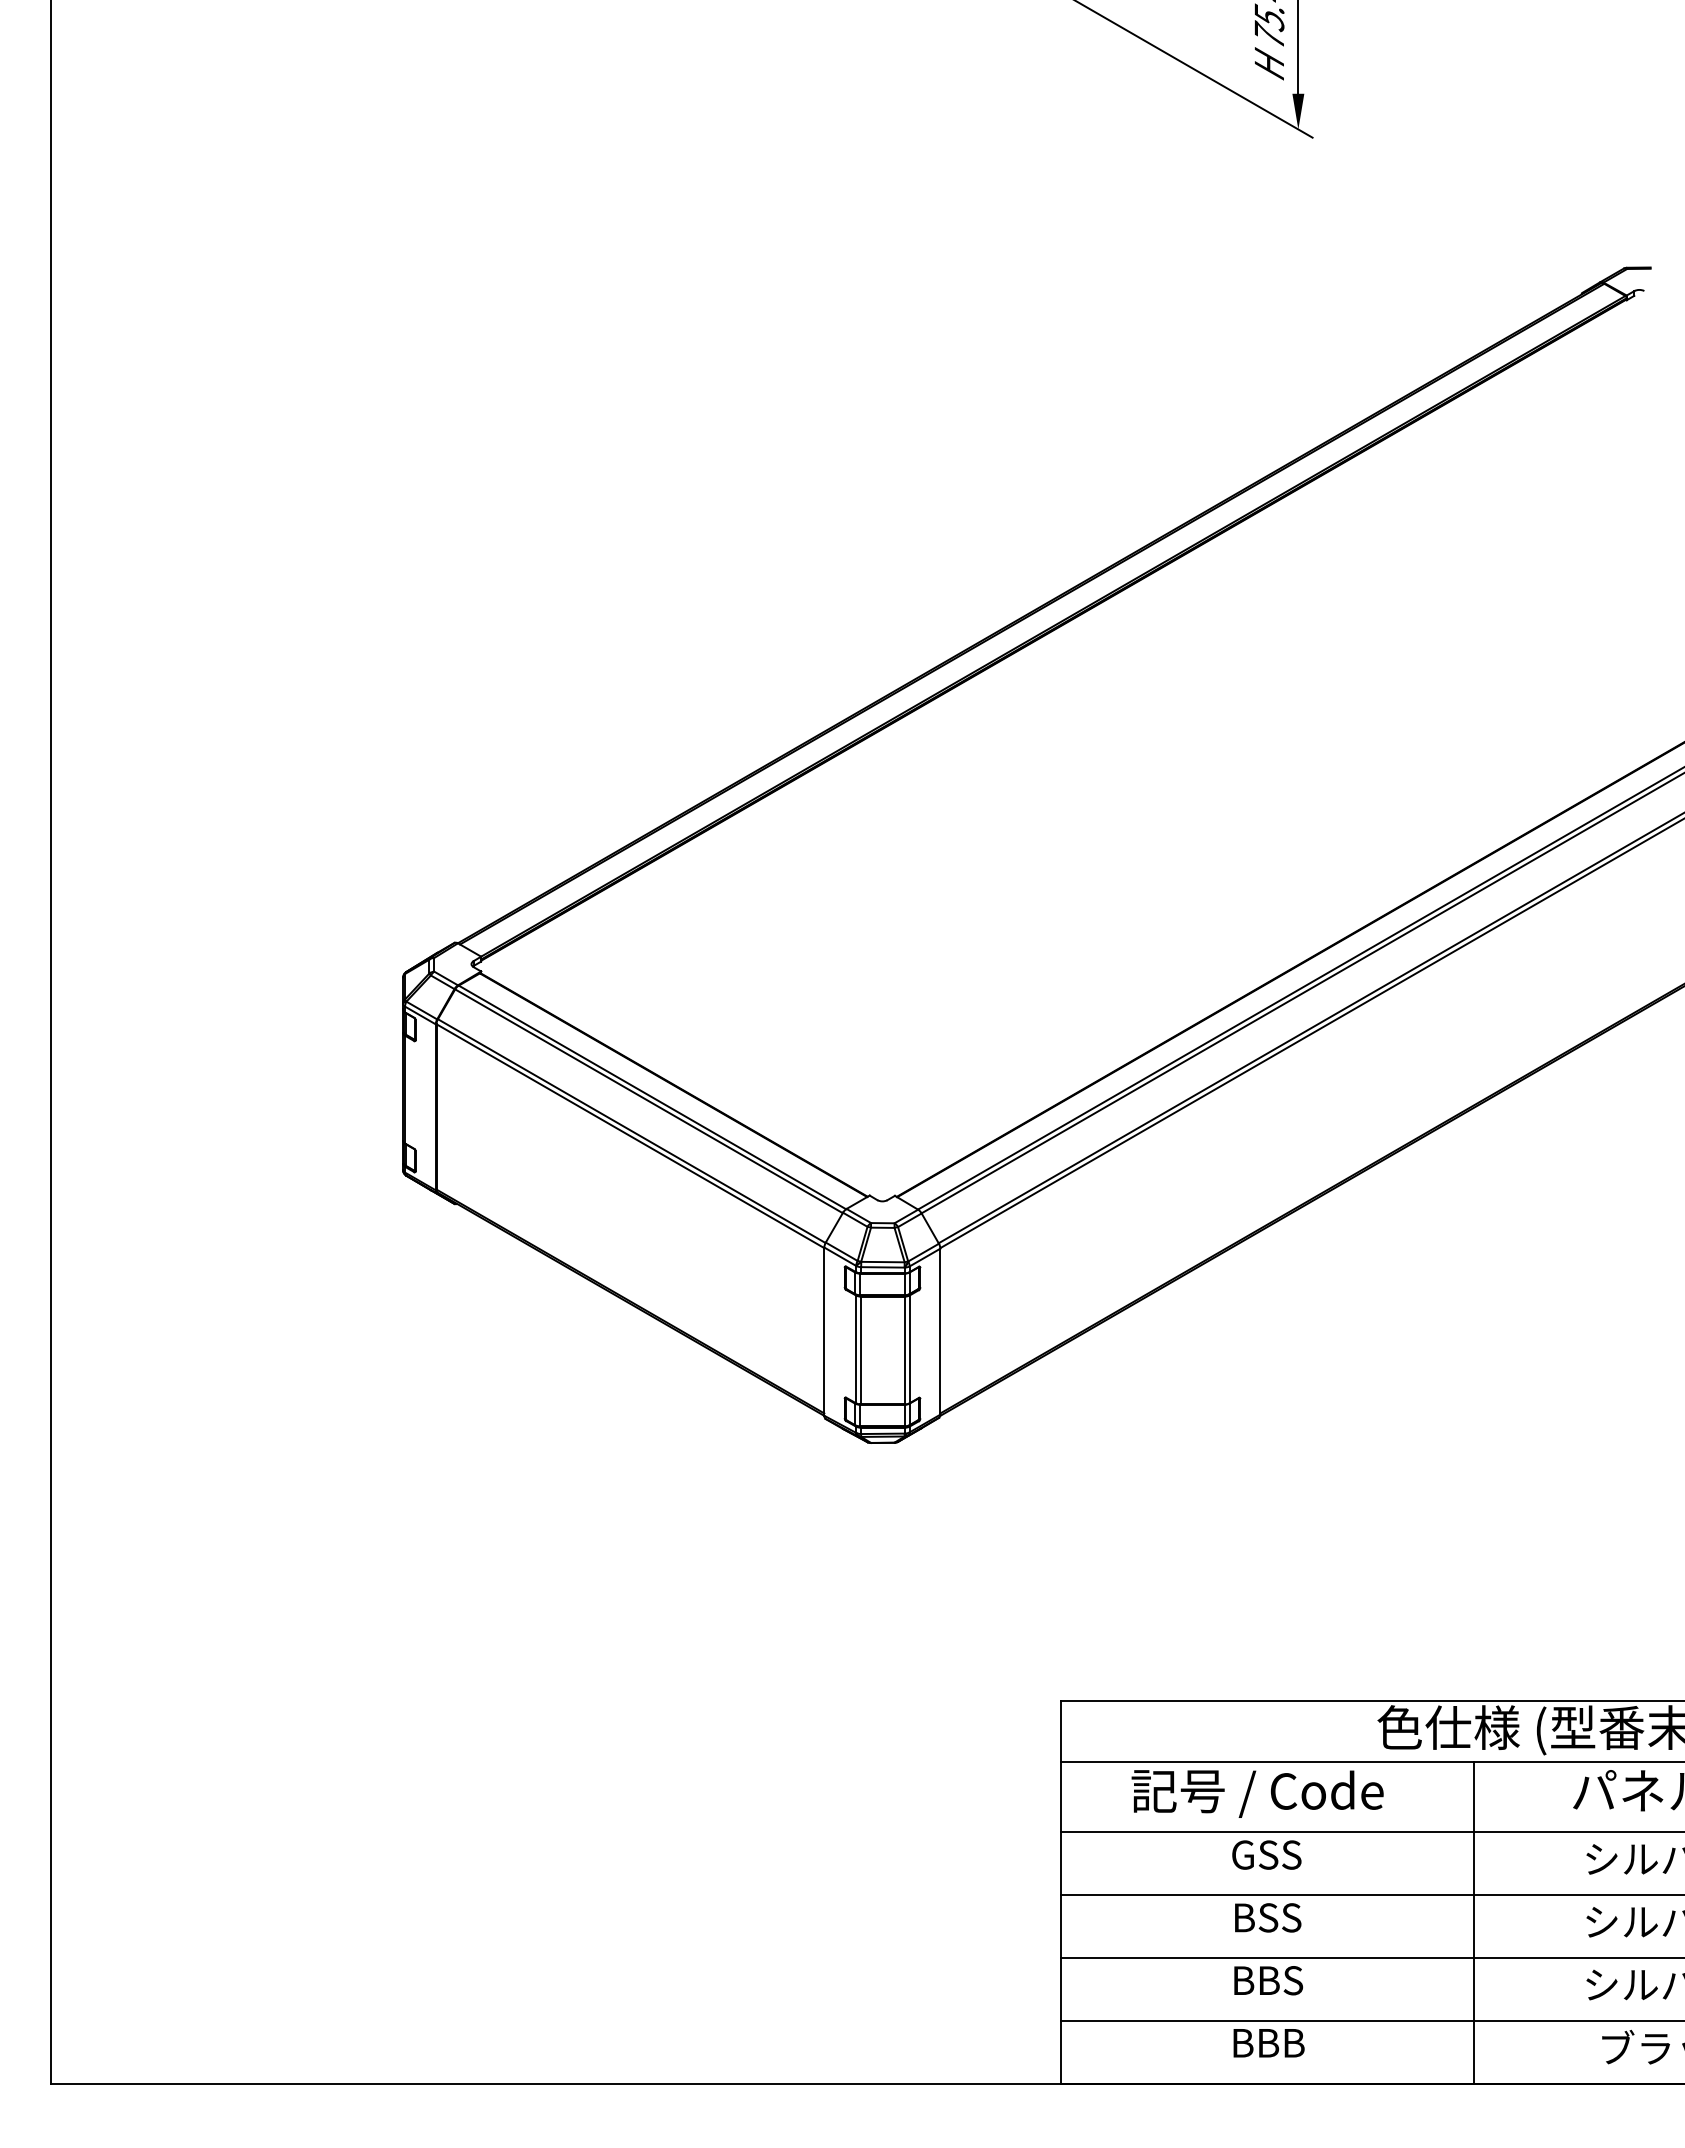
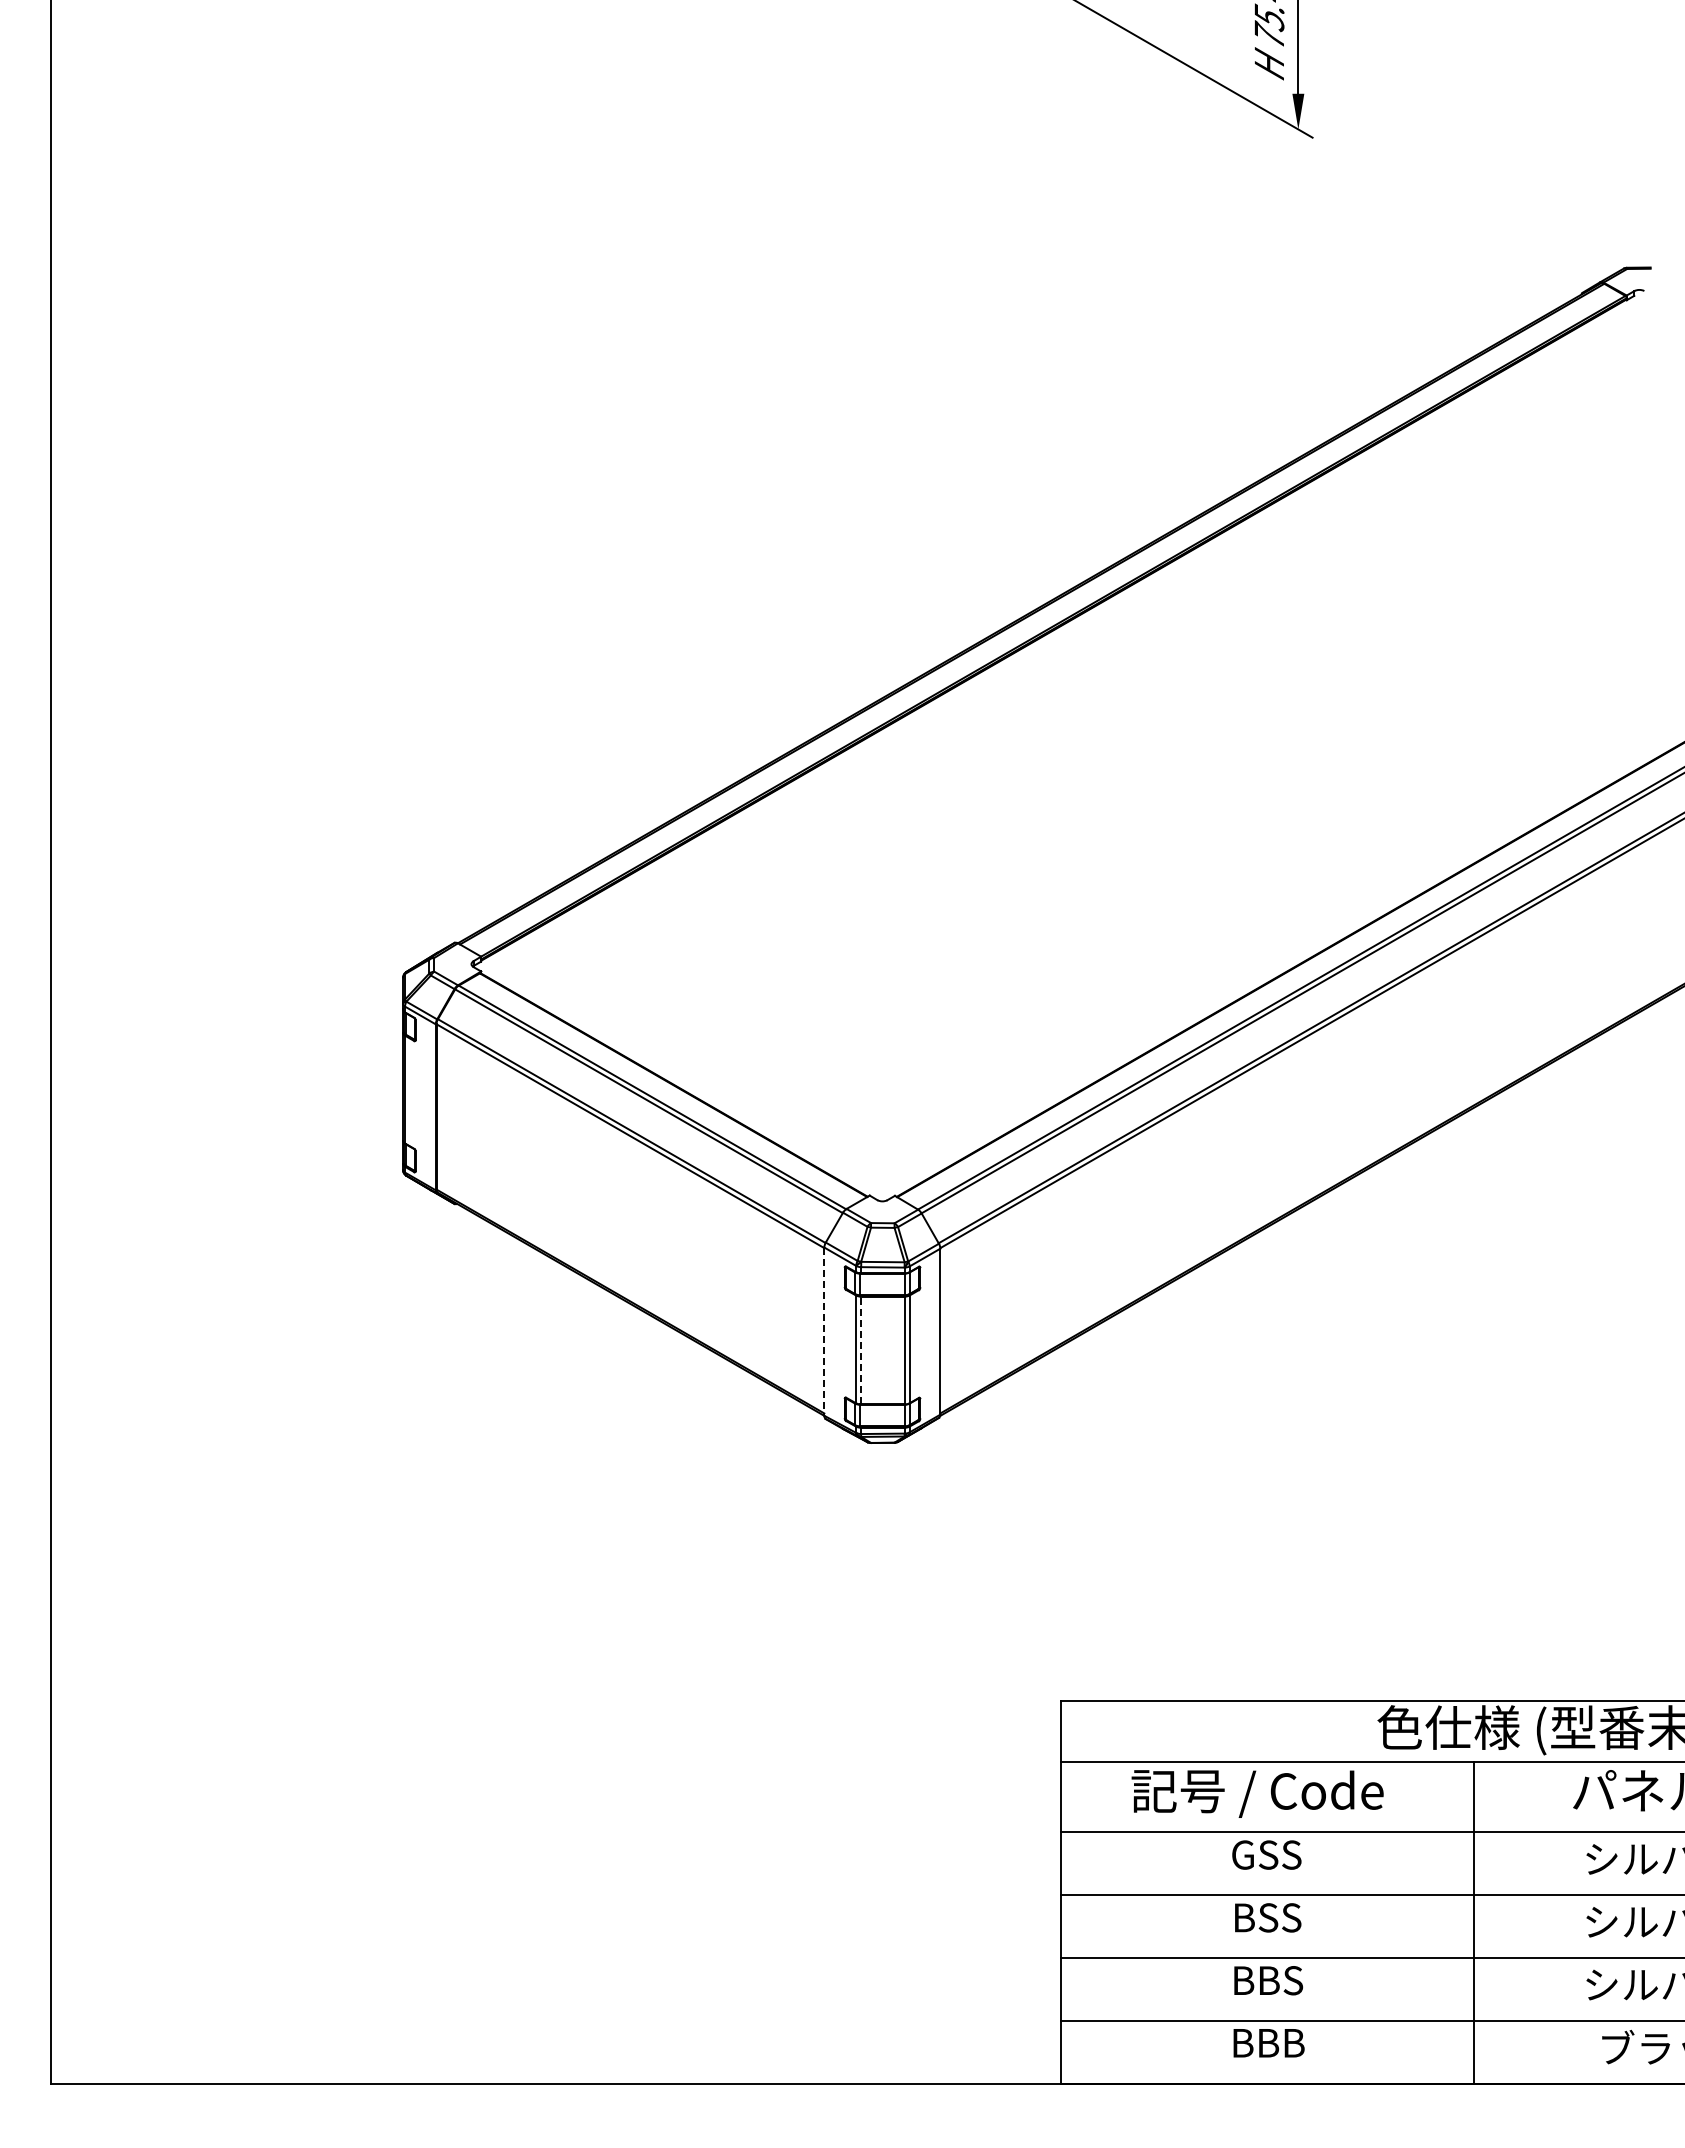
line at (824, 1332): solid -> dashed
line at (861, 1350): solid -> dashed
